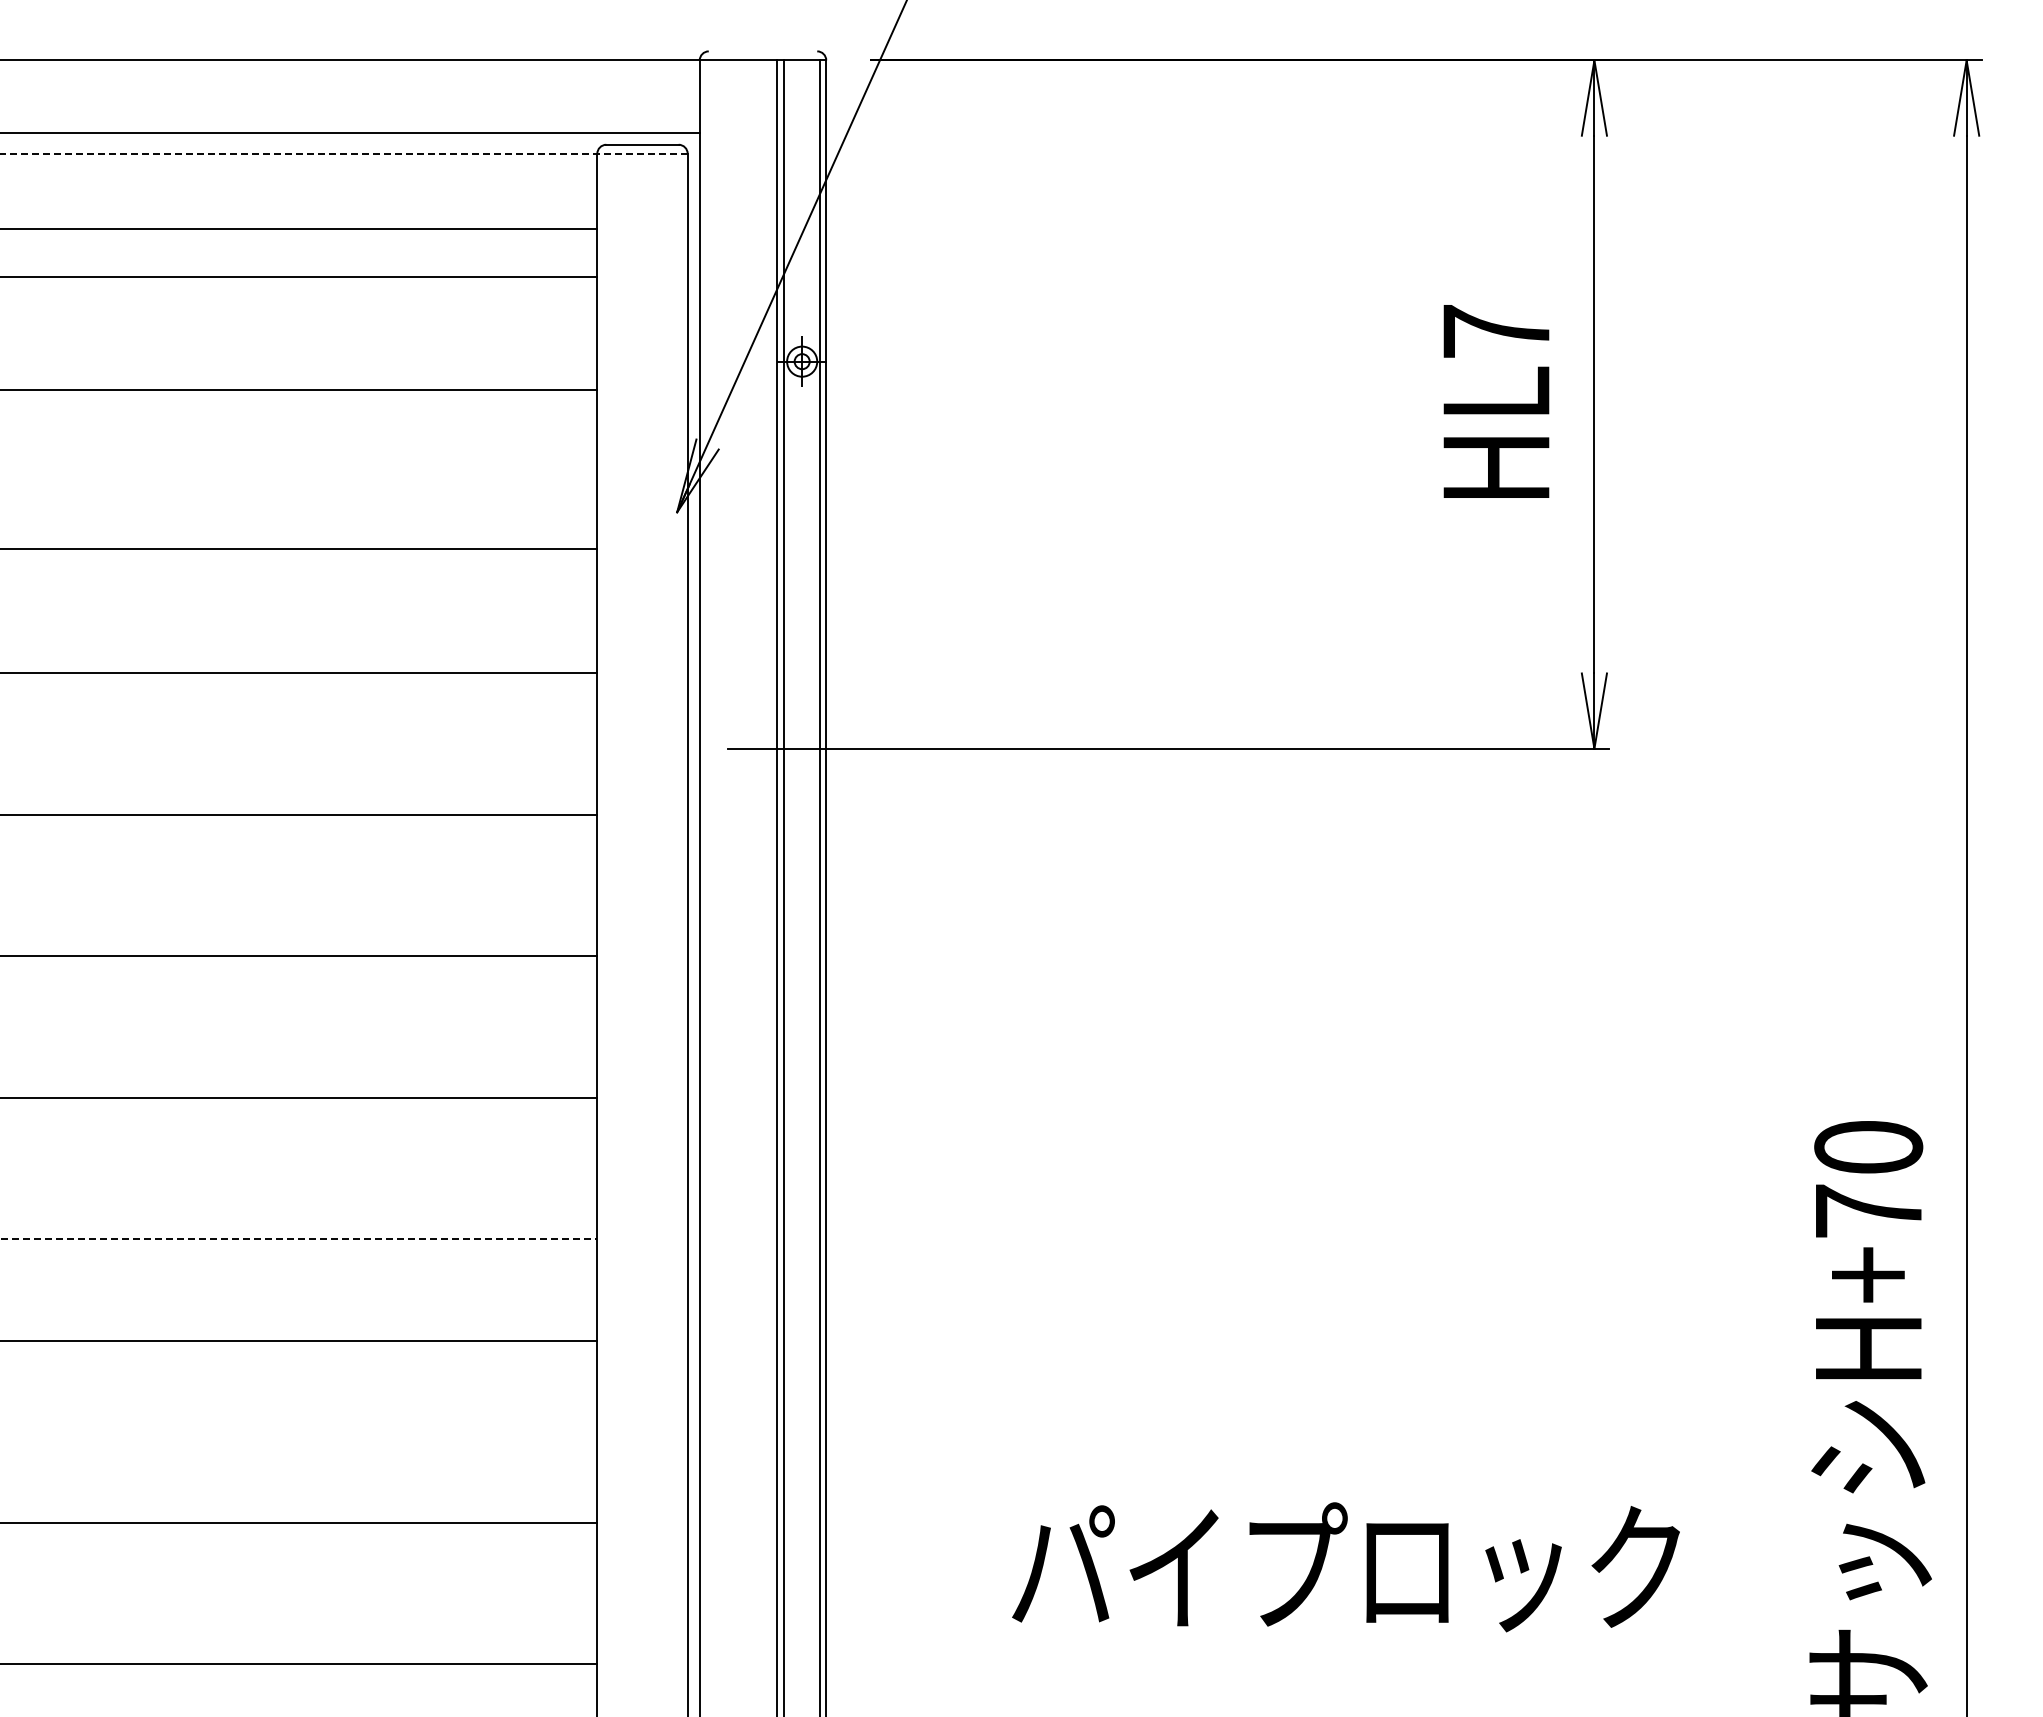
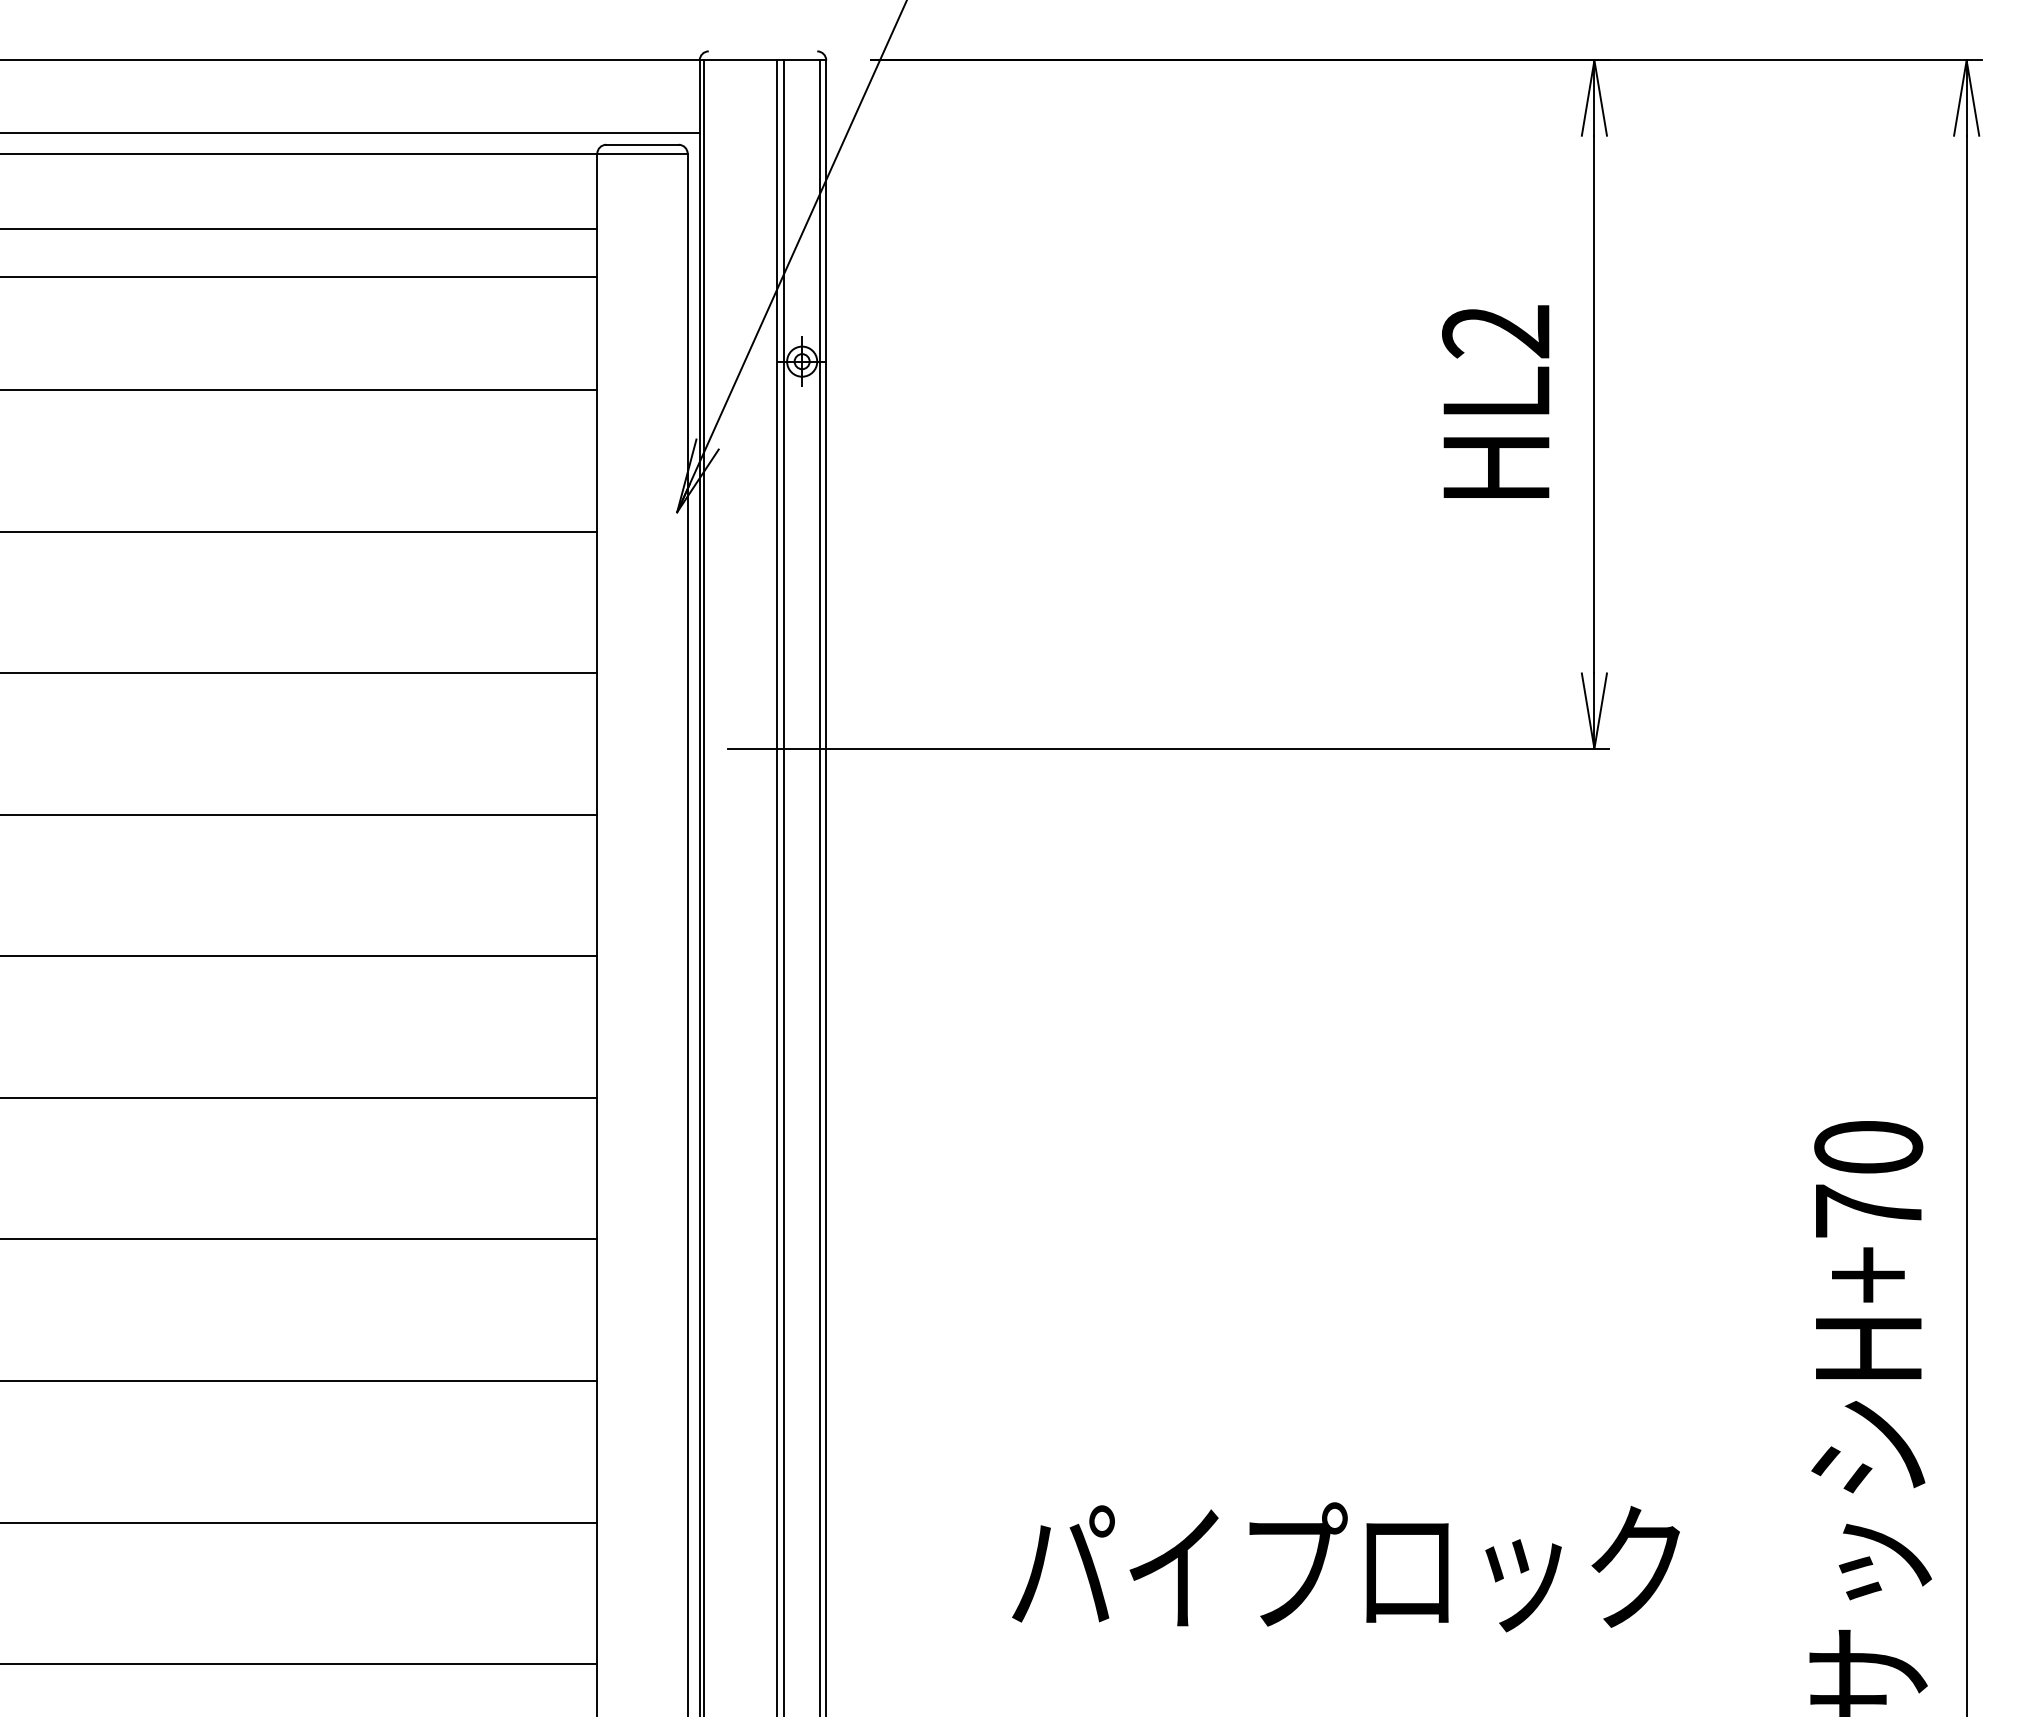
line at (344, 153): dashed -> solid
text at (1495, 331): HL7 -> HL2
line at (299, 548) position: (299, 548) -> (299, 531)
line at (704, 886): none -> present
line at (299, 1239): dashed -> solid
line at (299, 1341) position: (299, 1341) -> (299, 1381)
